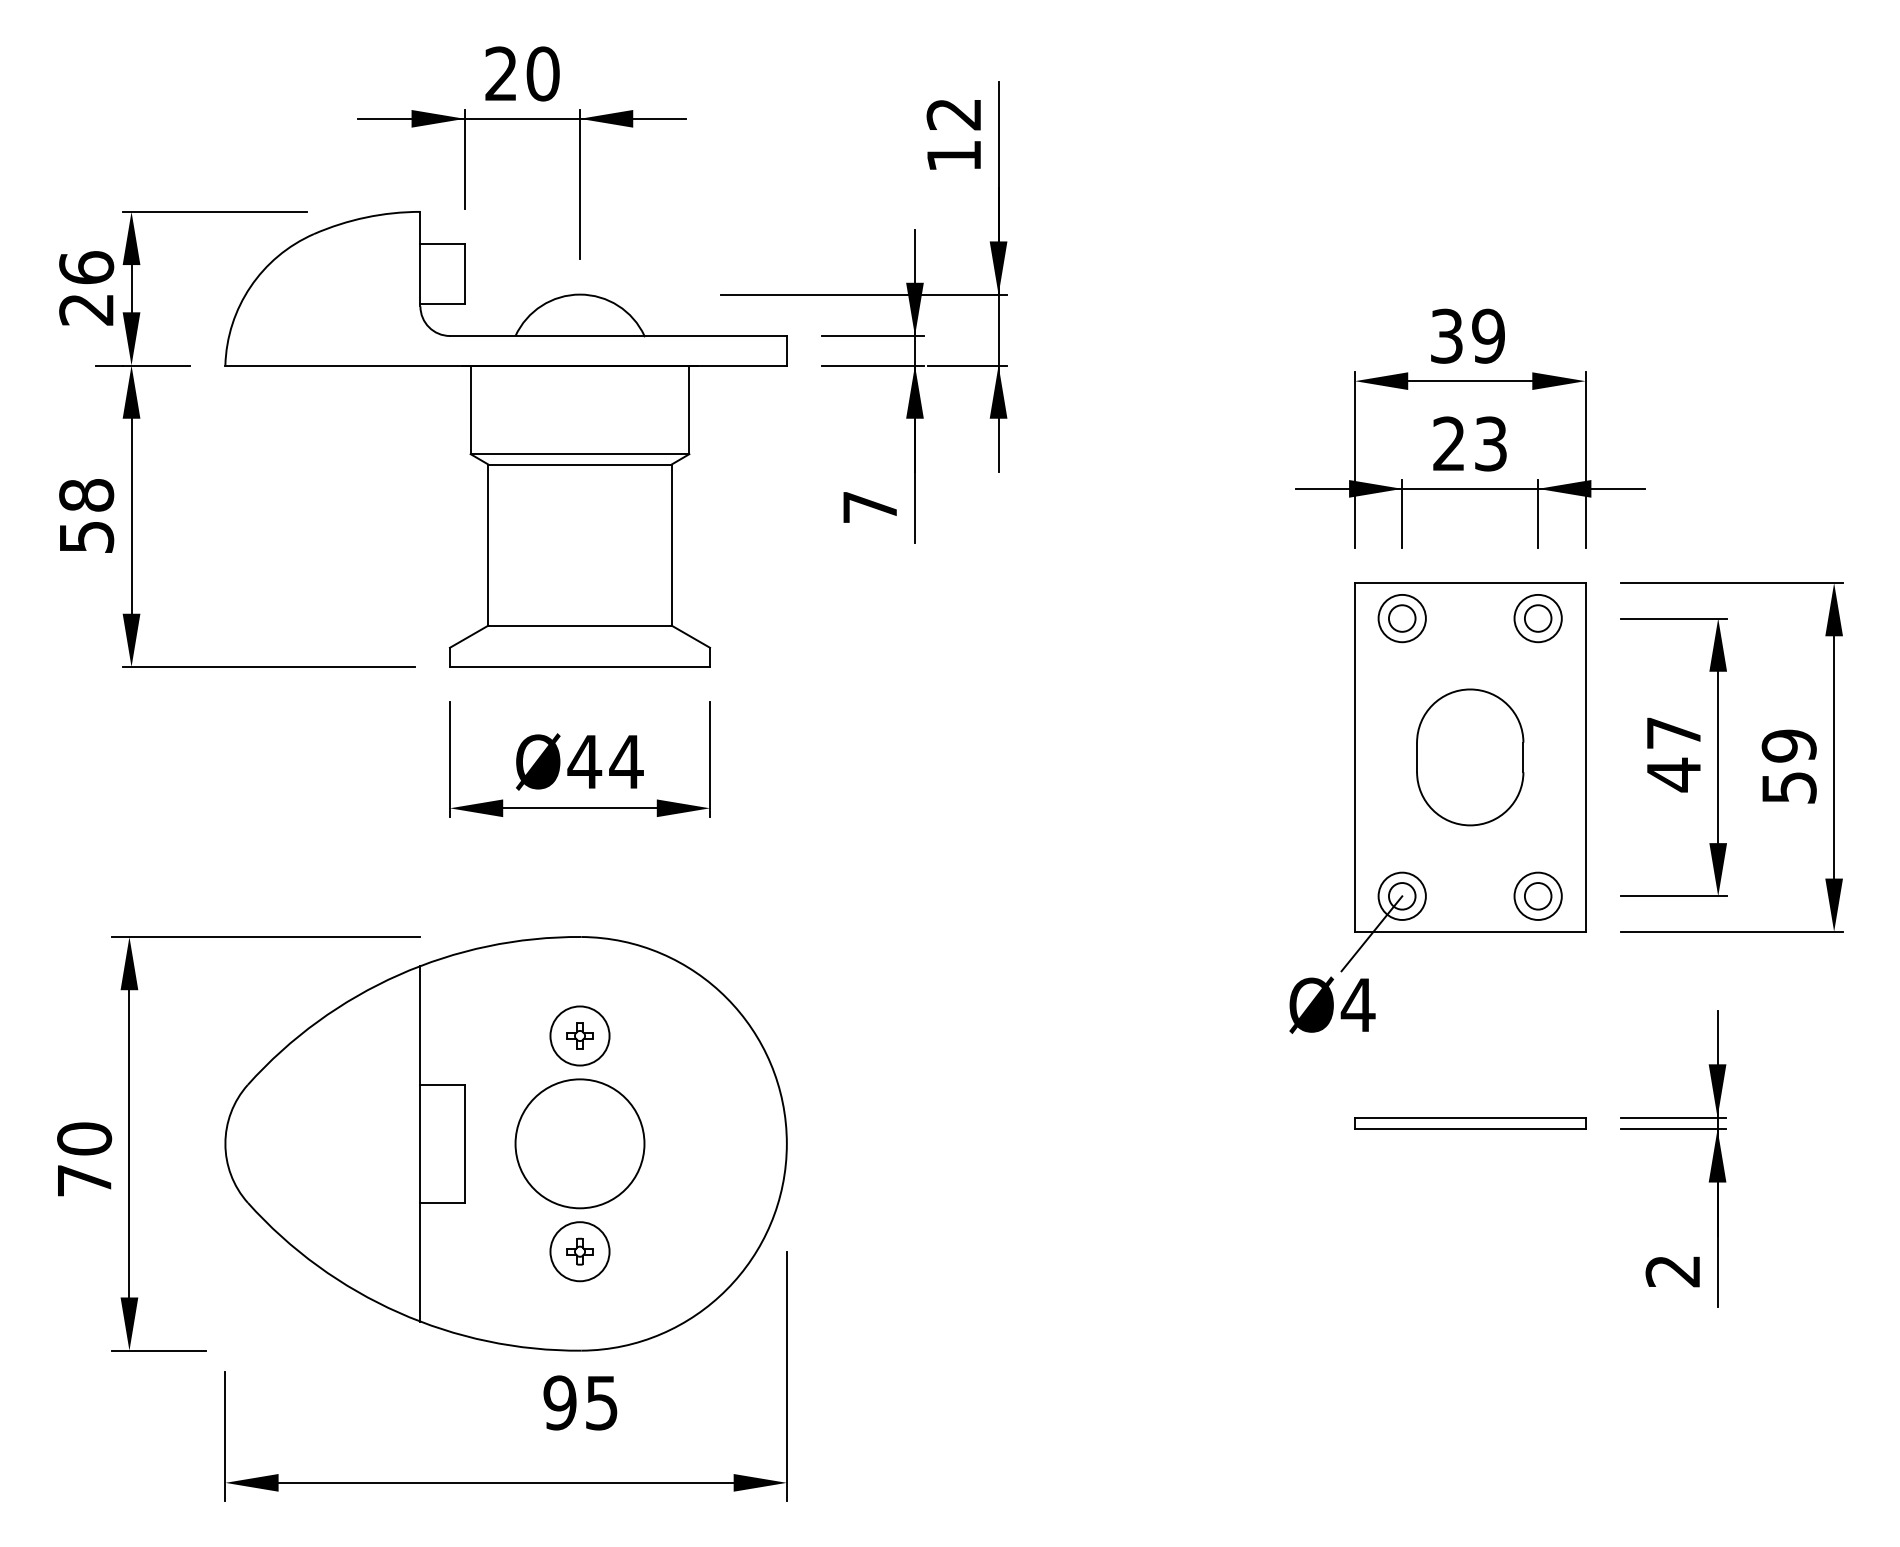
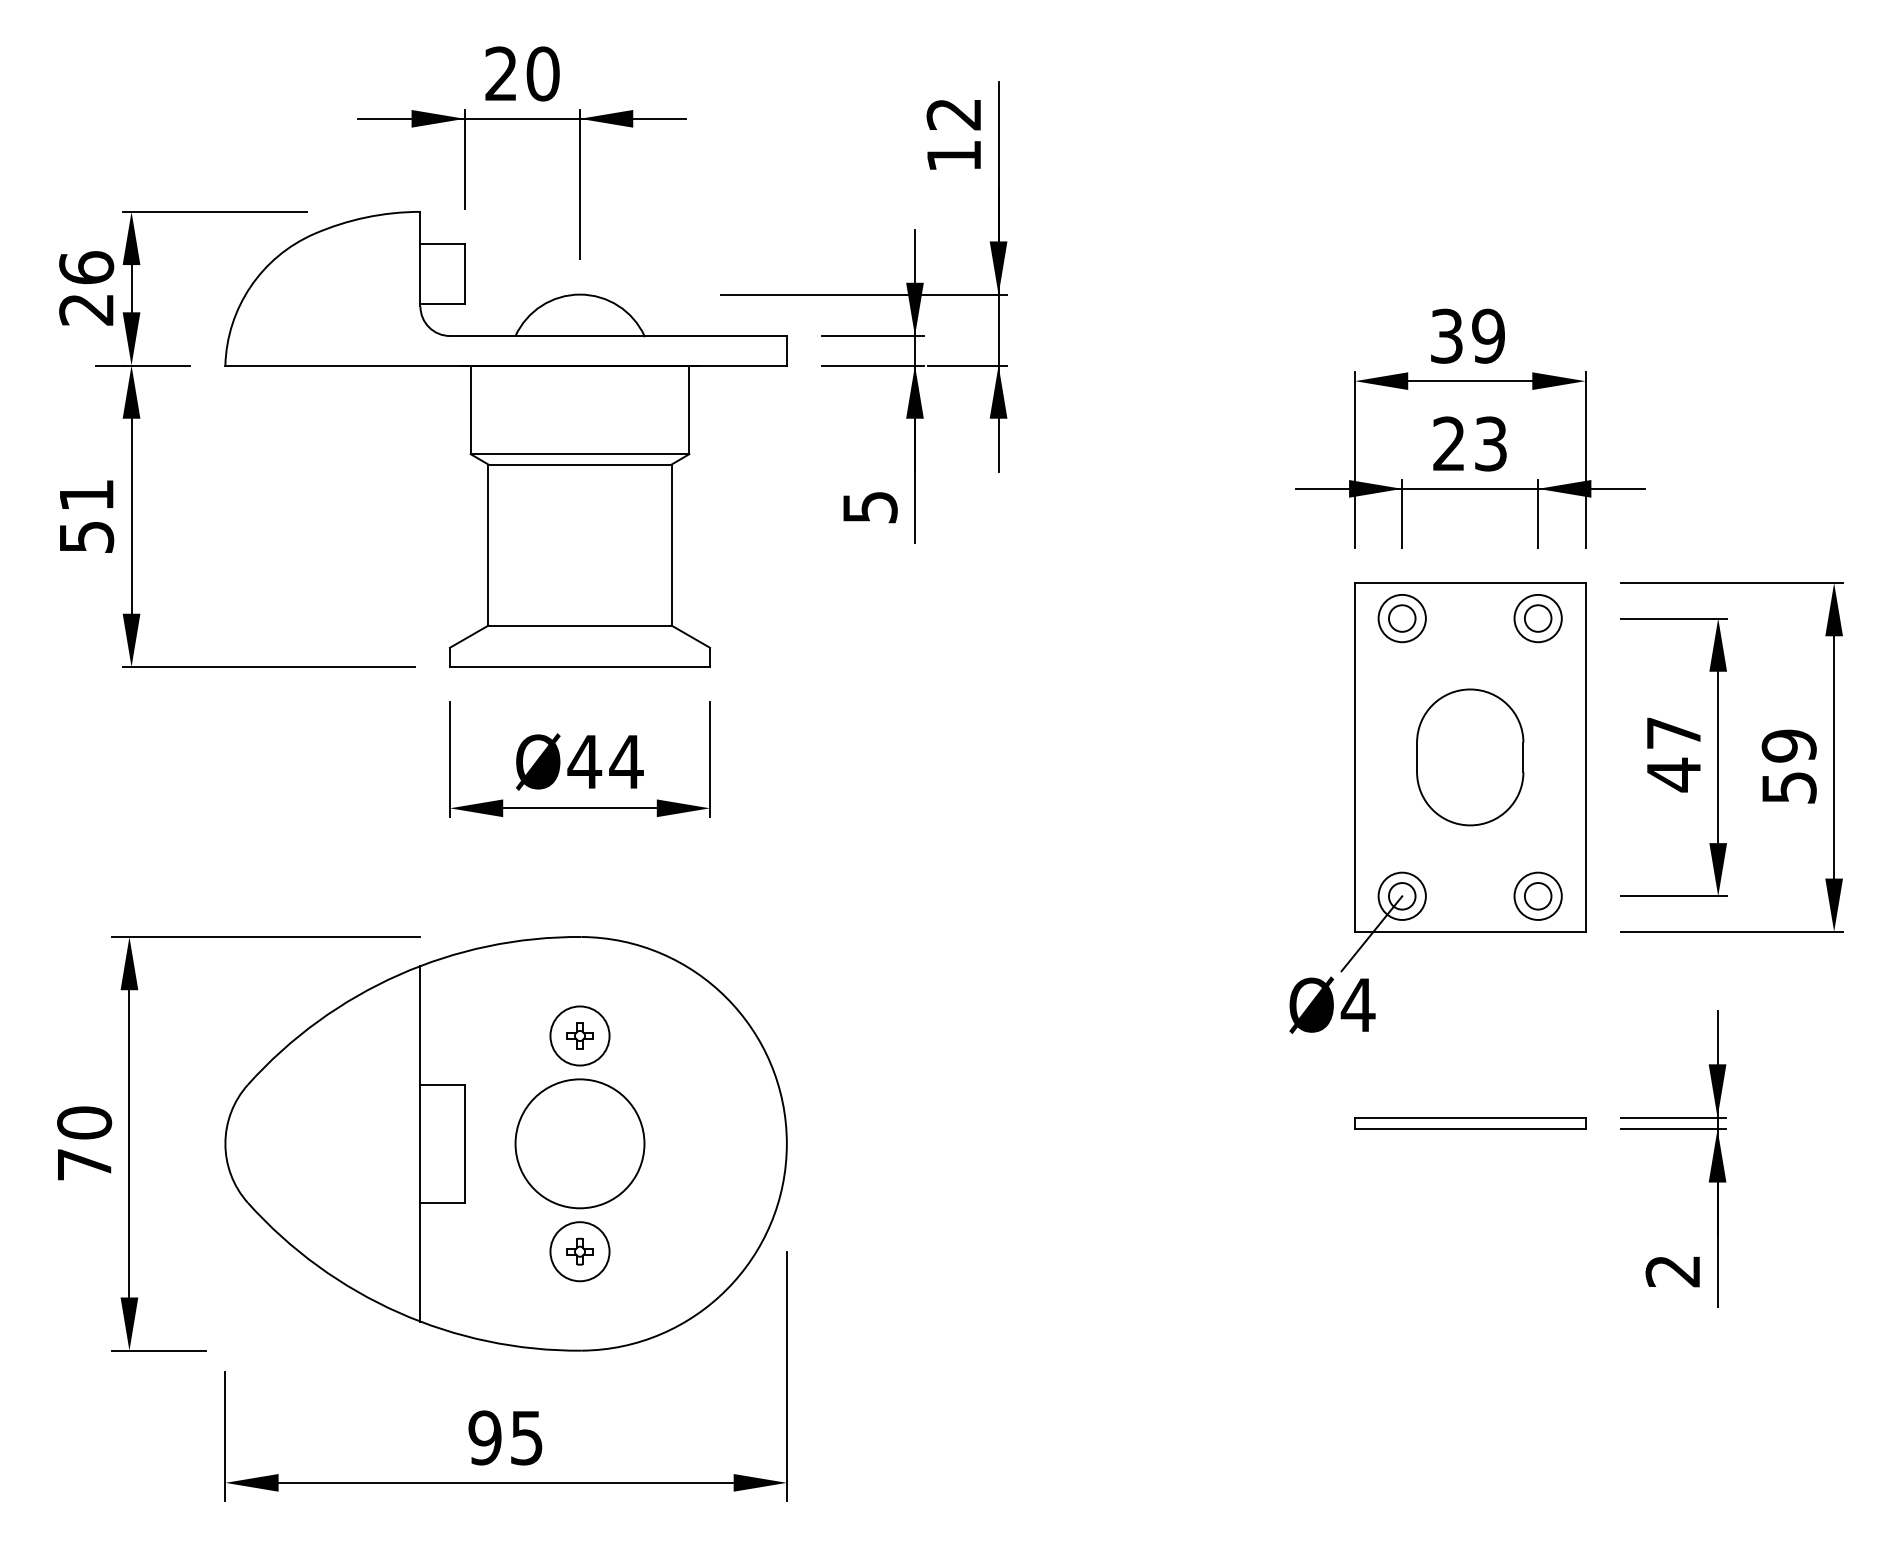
text at (86, 495): 58 -> 51
text at (870, 507): 7 -> 5
text at (84, 1159) position: (84, 1159) -> (84, 1143)
text at (580, 1402) position: (580, 1402) -> (505, 1437)
